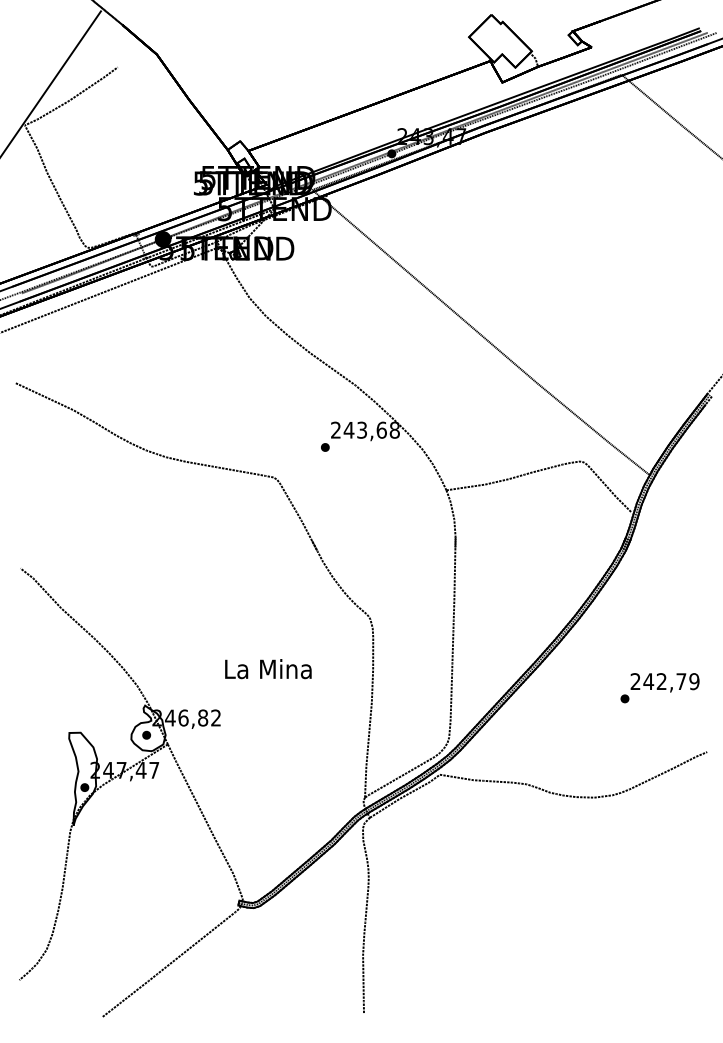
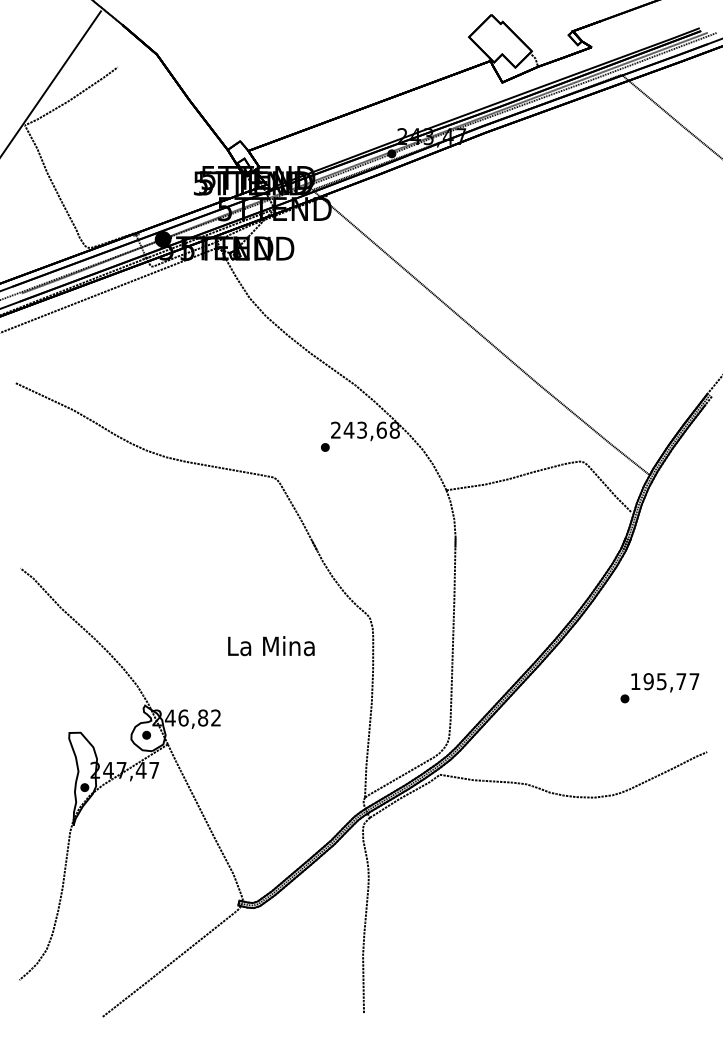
text at (268, 669) position: (268, 669) -> (271, 646)
text at (664, 681): 242,79 -> 195,77
